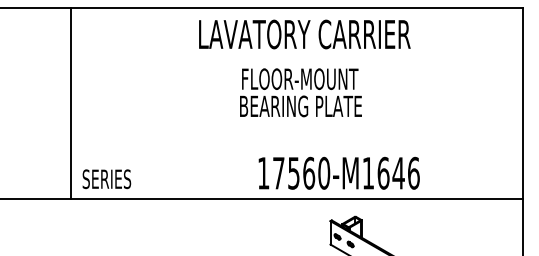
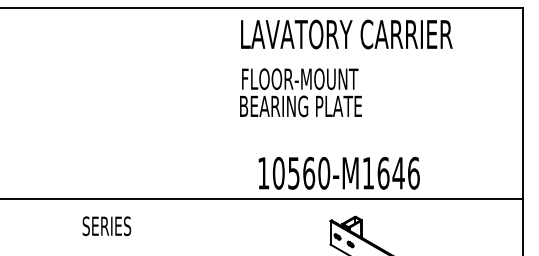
text at (304, 34) position: (304, 34) -> (346, 34)
line at (71, 102): present -> none
text at (278, 172): 17560-M1646 -> 10560-M1646
text at (106, 179) position: (106, 179) -> (106, 226)
